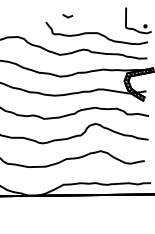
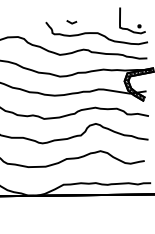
line at (67, 16) position: (67, 16) -> (71, 22)
part at (143, 25) position: (143, 25) -> (137, 25)
